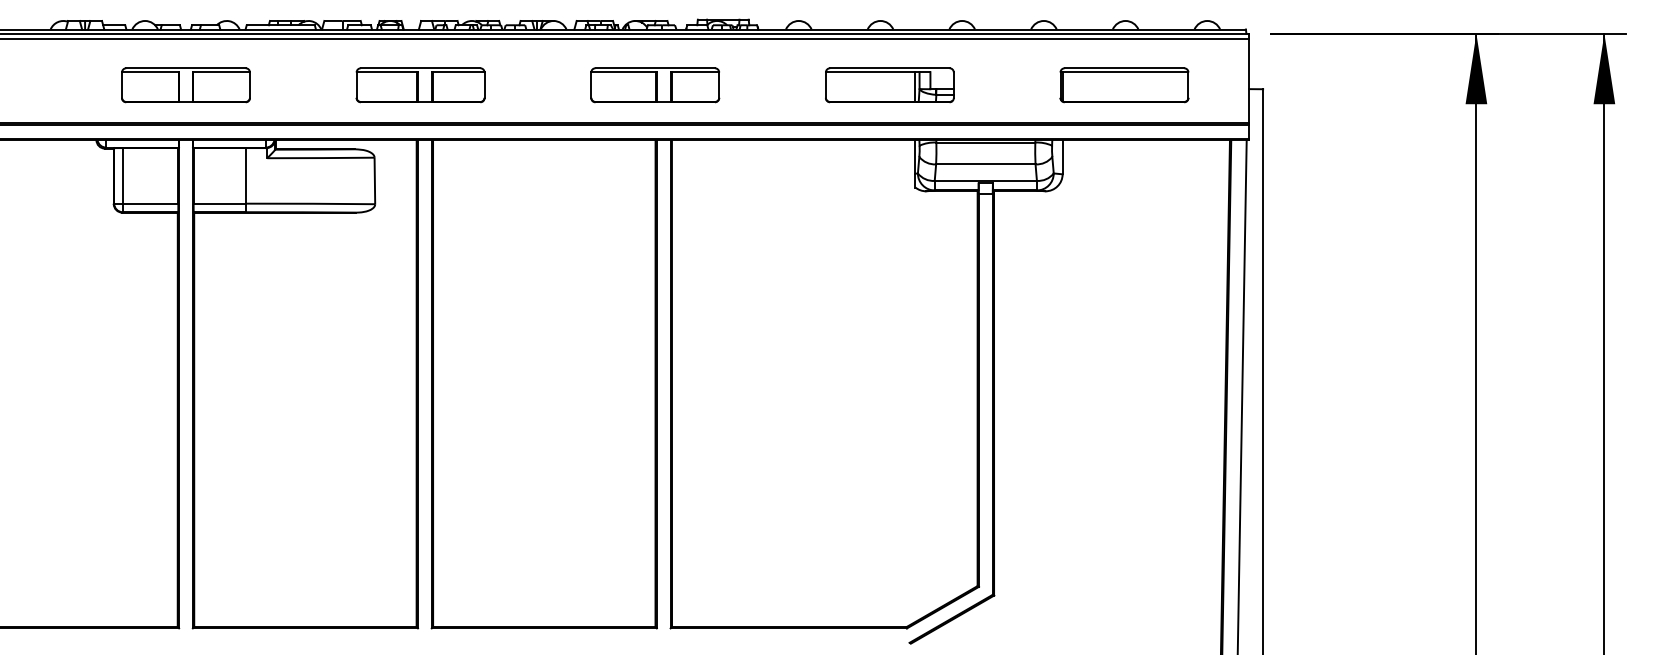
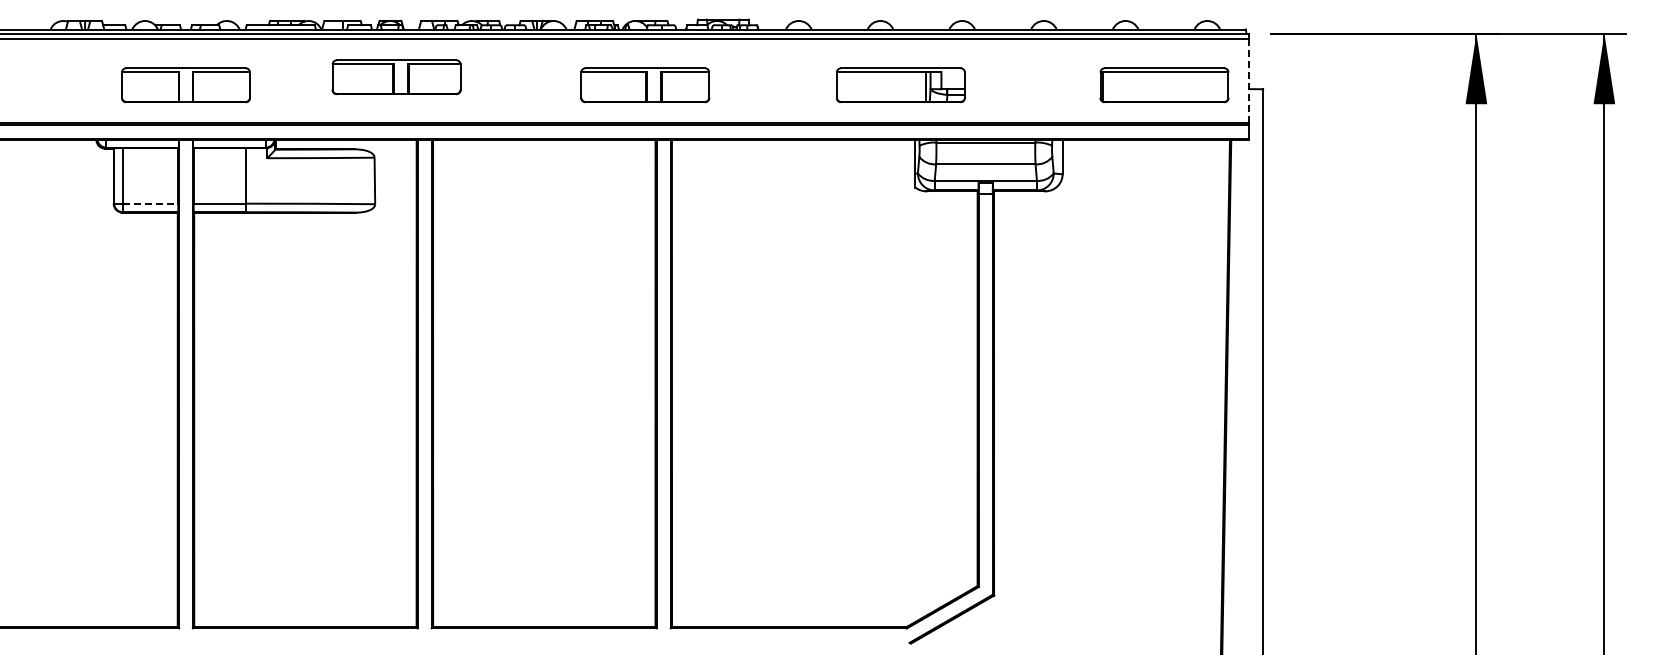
line at (1249, 81): solid -> dashed
part at (420, 85) position: (420, 85) -> (396, 77)
part at (655, 85) position: (655, 85) -> (645, 85)
part at (889, 85) position: (889, 85) -> (900, 85)
part at (1124, 85) position: (1124, 85) -> (1164, 85)
line at (150, 203): solid -> dashed
line at (1241, 395): present -> none
